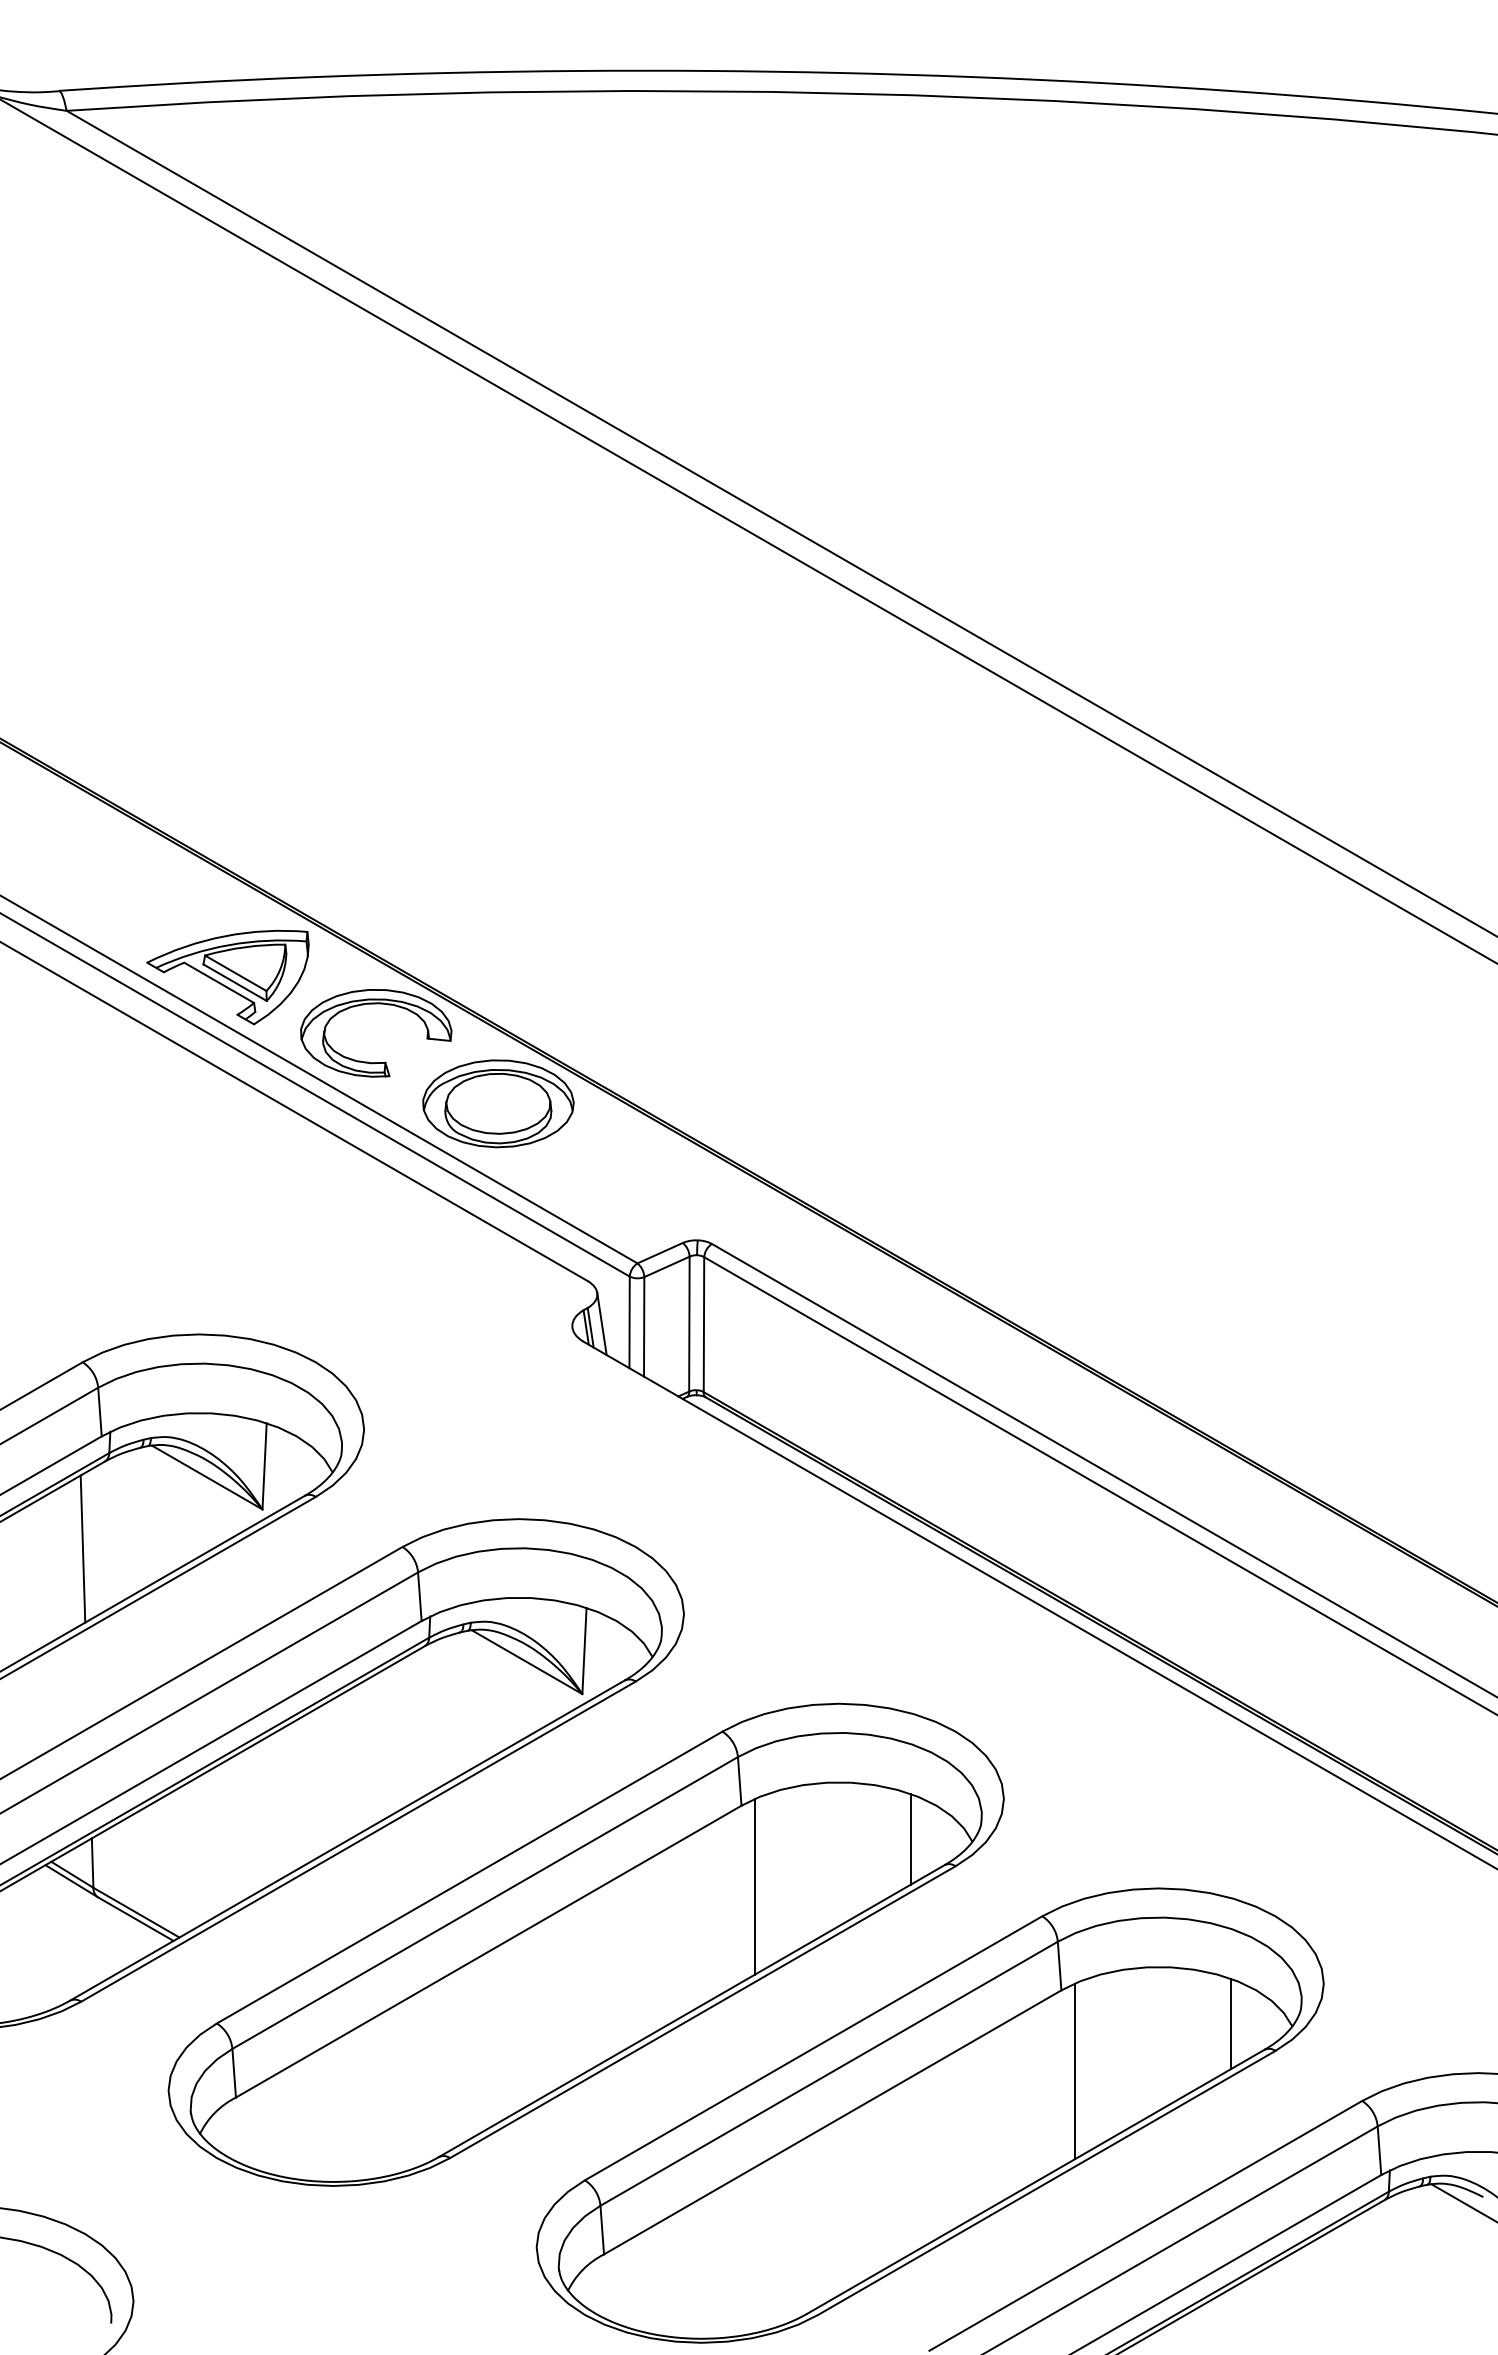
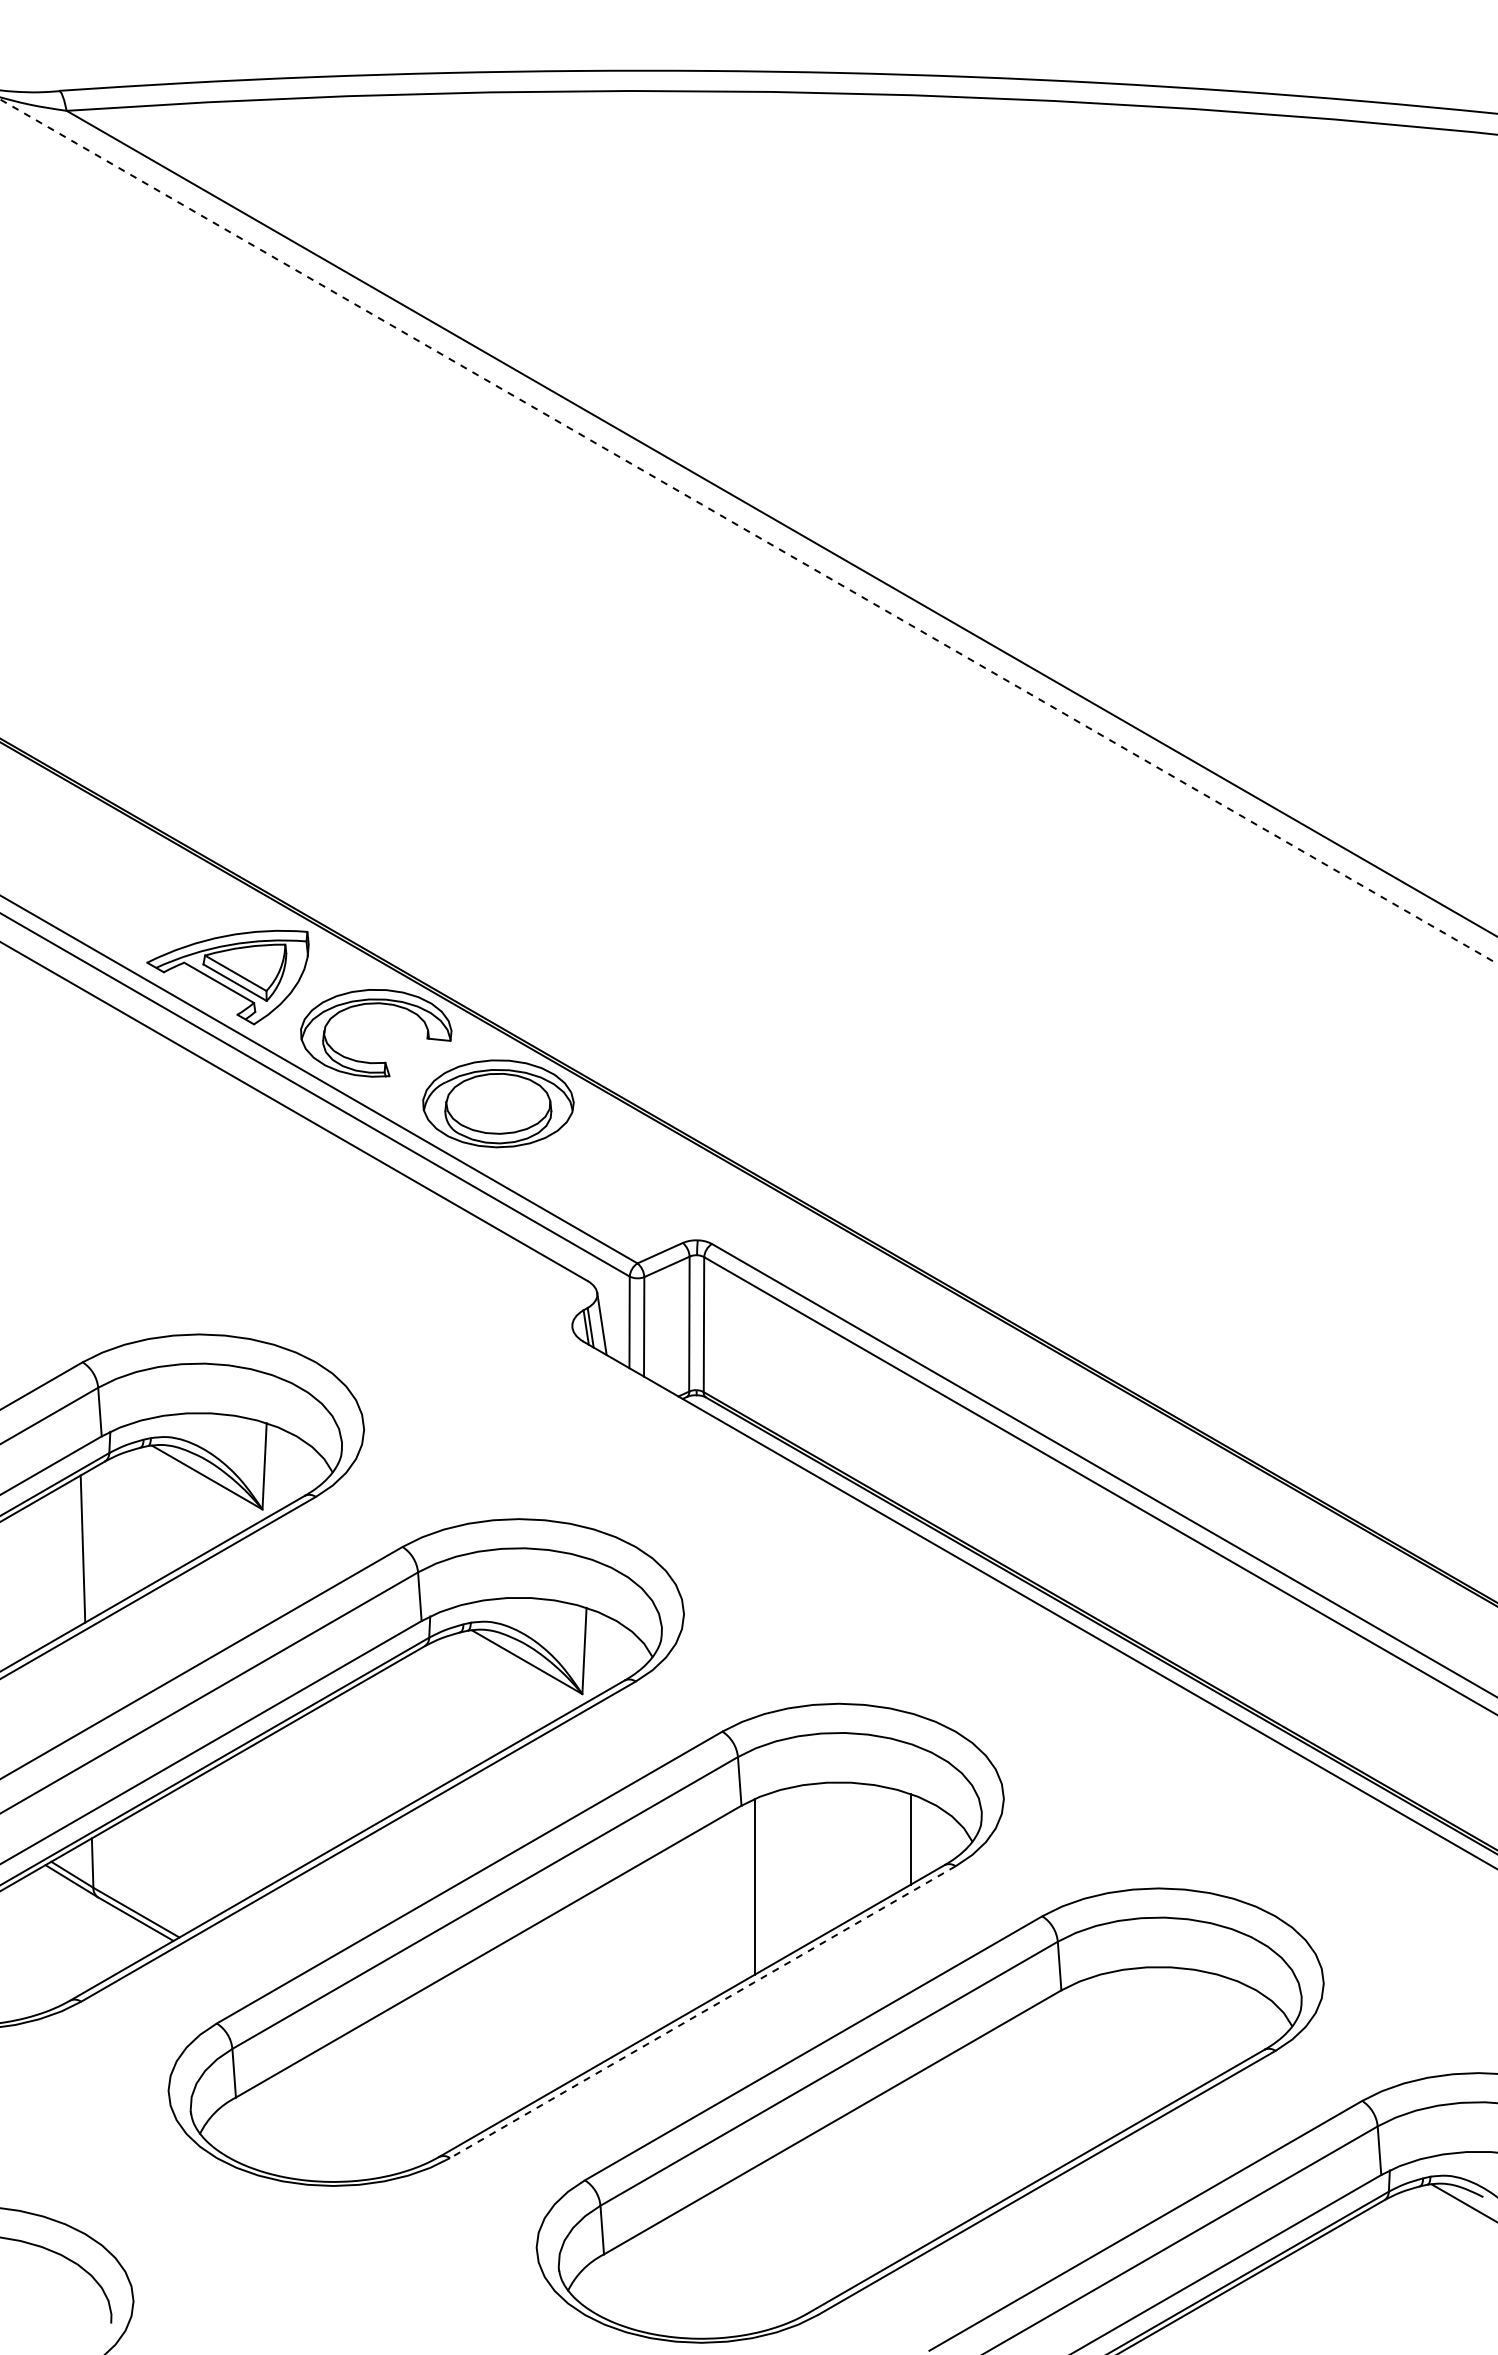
line at (748, 531): solid -> dashed
line at (702, 2012): solid -> dashed
line at (1230, 2023): present -> none
line at (1074, 2071): present -> none
